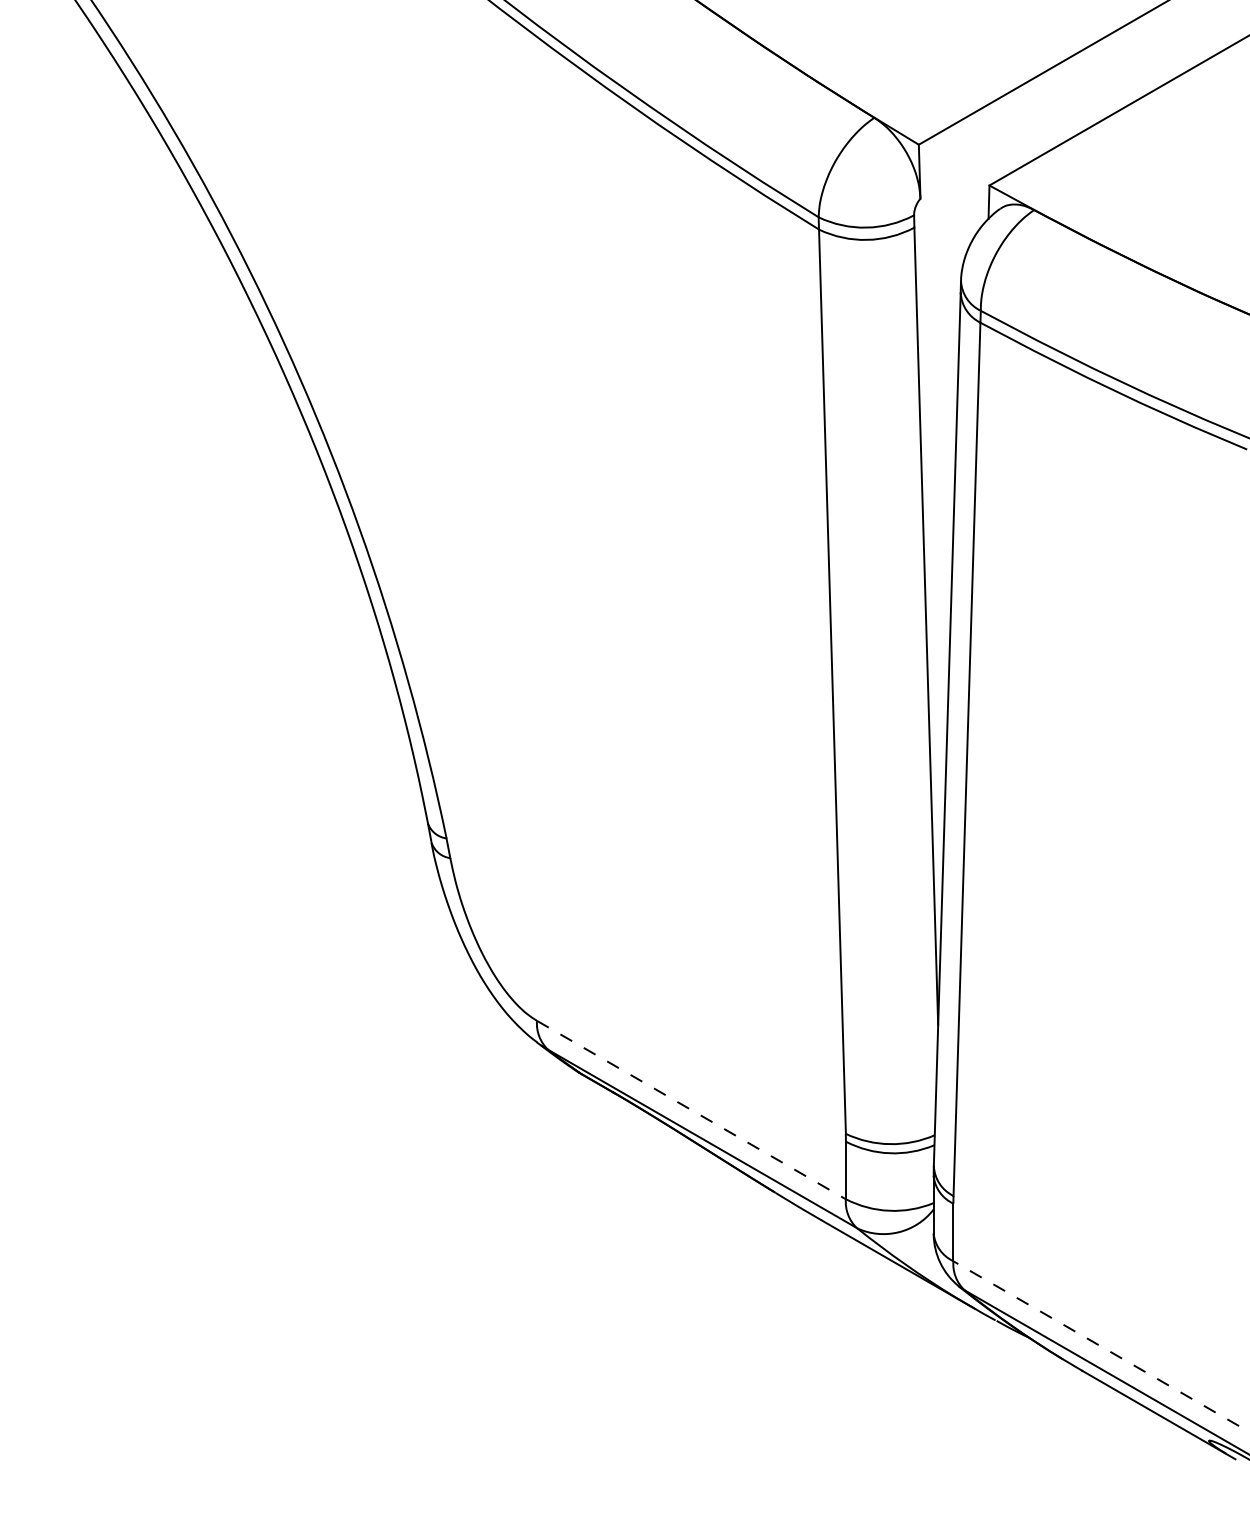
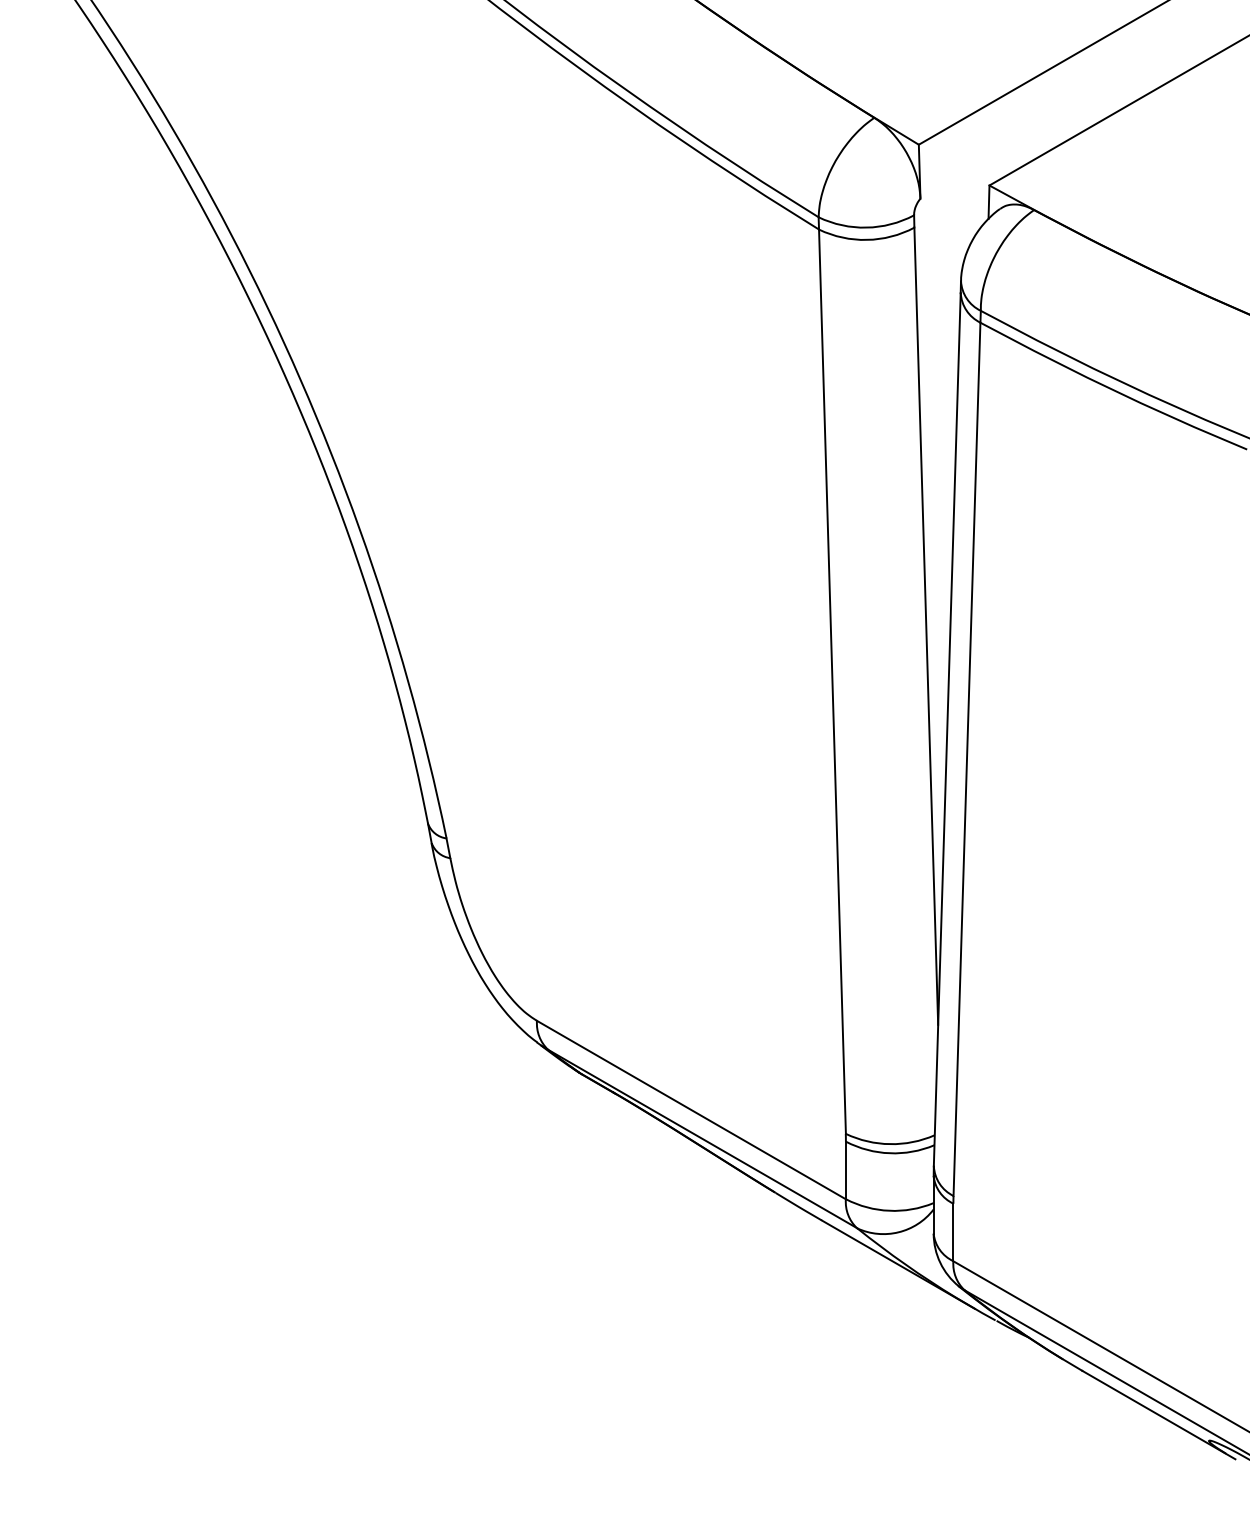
line at (691, 1110): dashed -> solid
line at (1101, 1346): dashed -> solid
